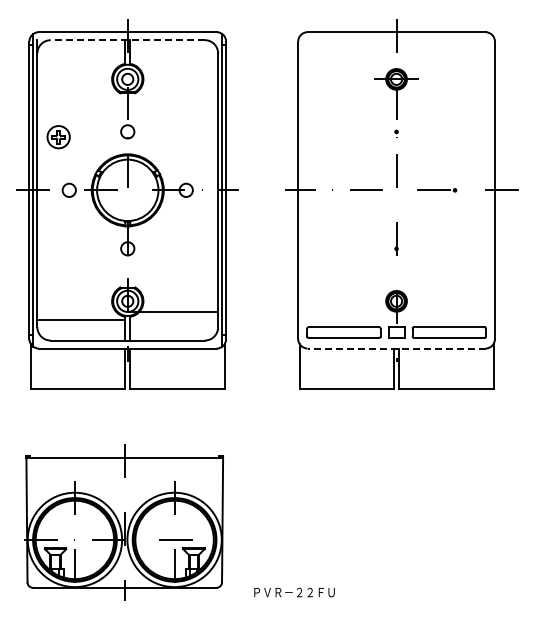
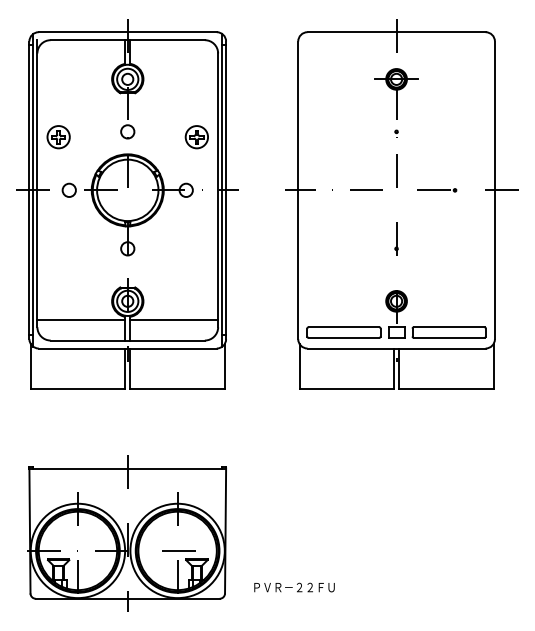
line at (127, 40): dashed -> solid
part at (196, 137): none -> present
line at (174, 311) position: (174, 311) -> (174, 319)
line at (396, 348): dashed -> solid
part at (123, 522) position: (123, 522) -> (126, 533)
text at (294, 592) position: (294, 592) -> (294, 587)
